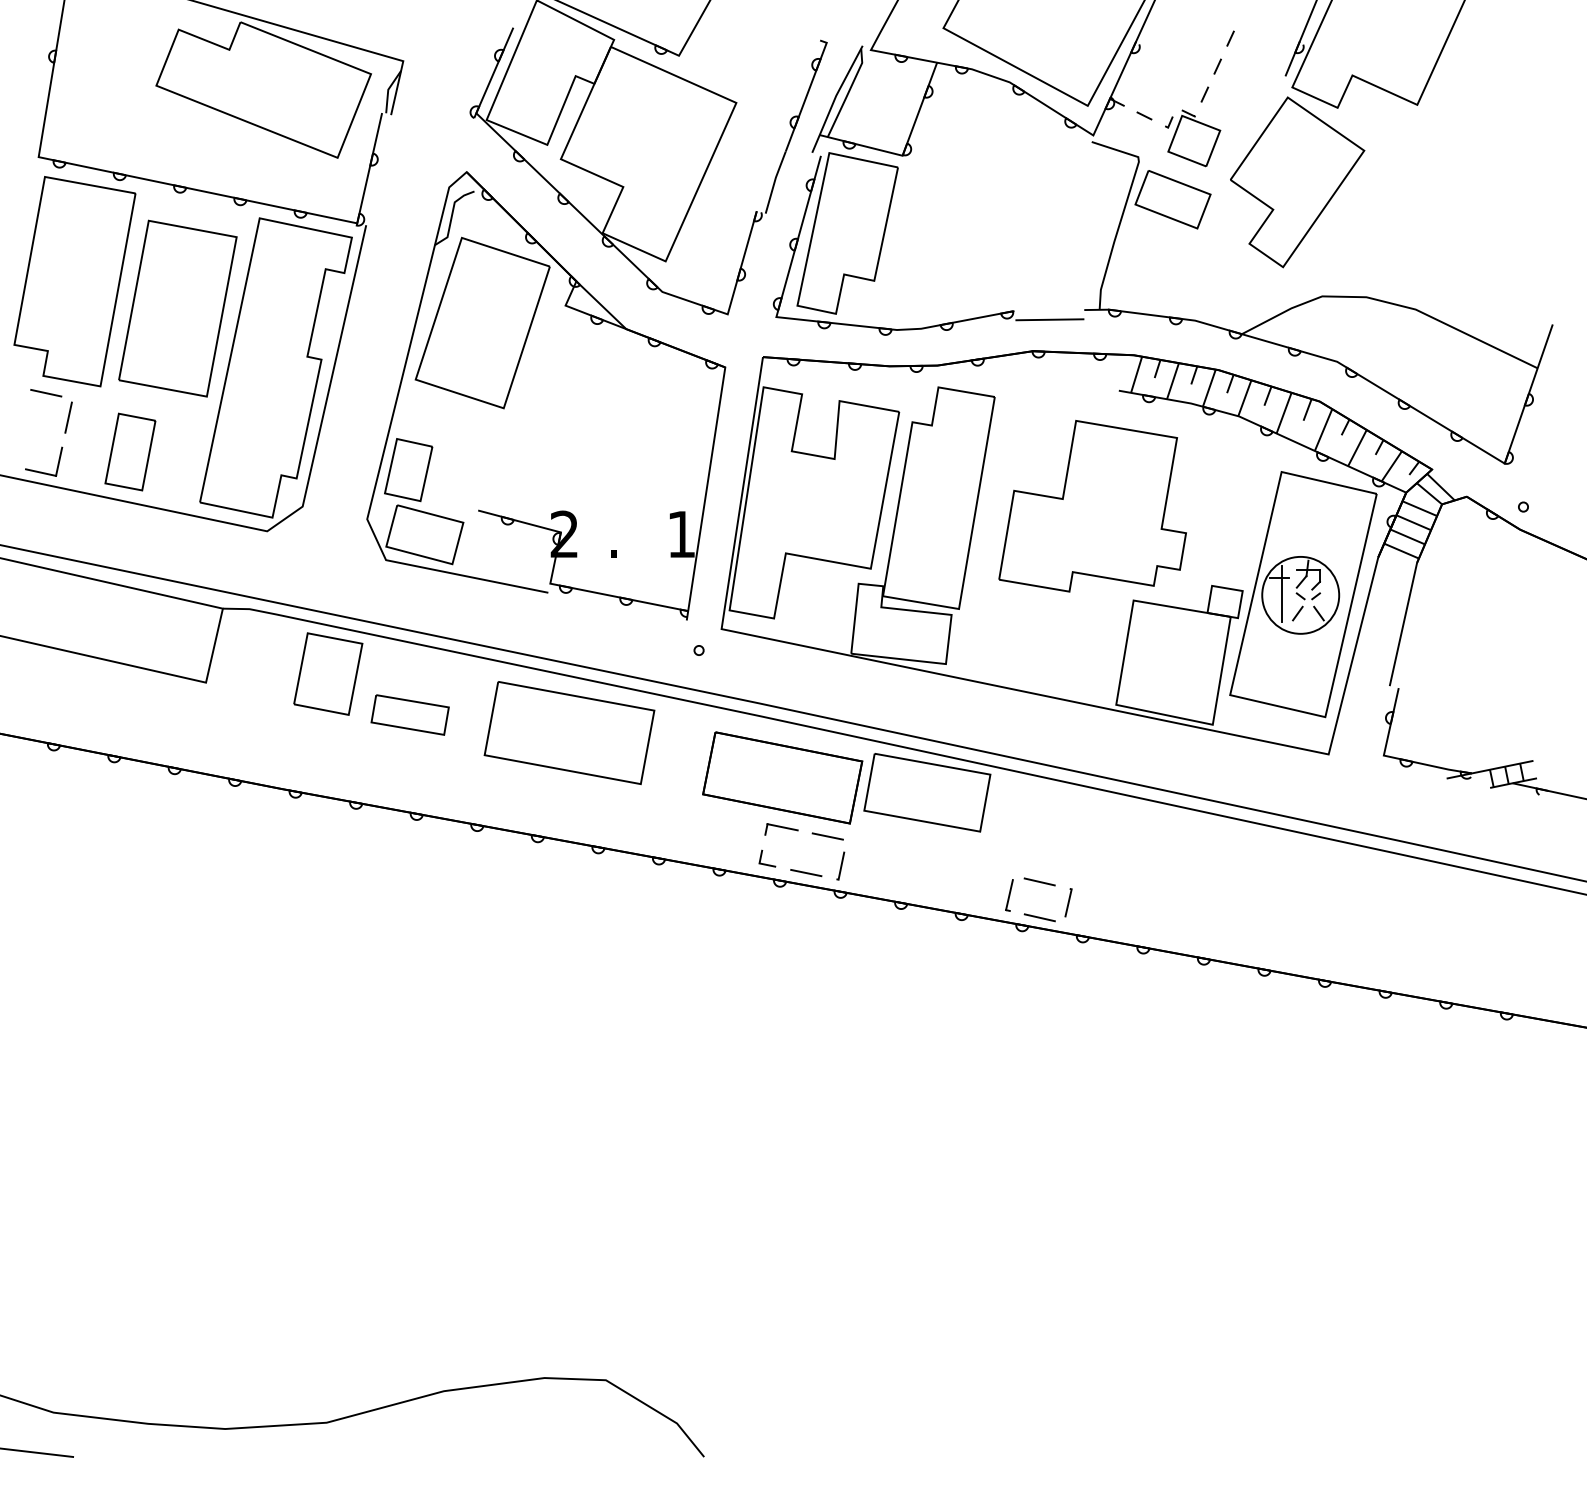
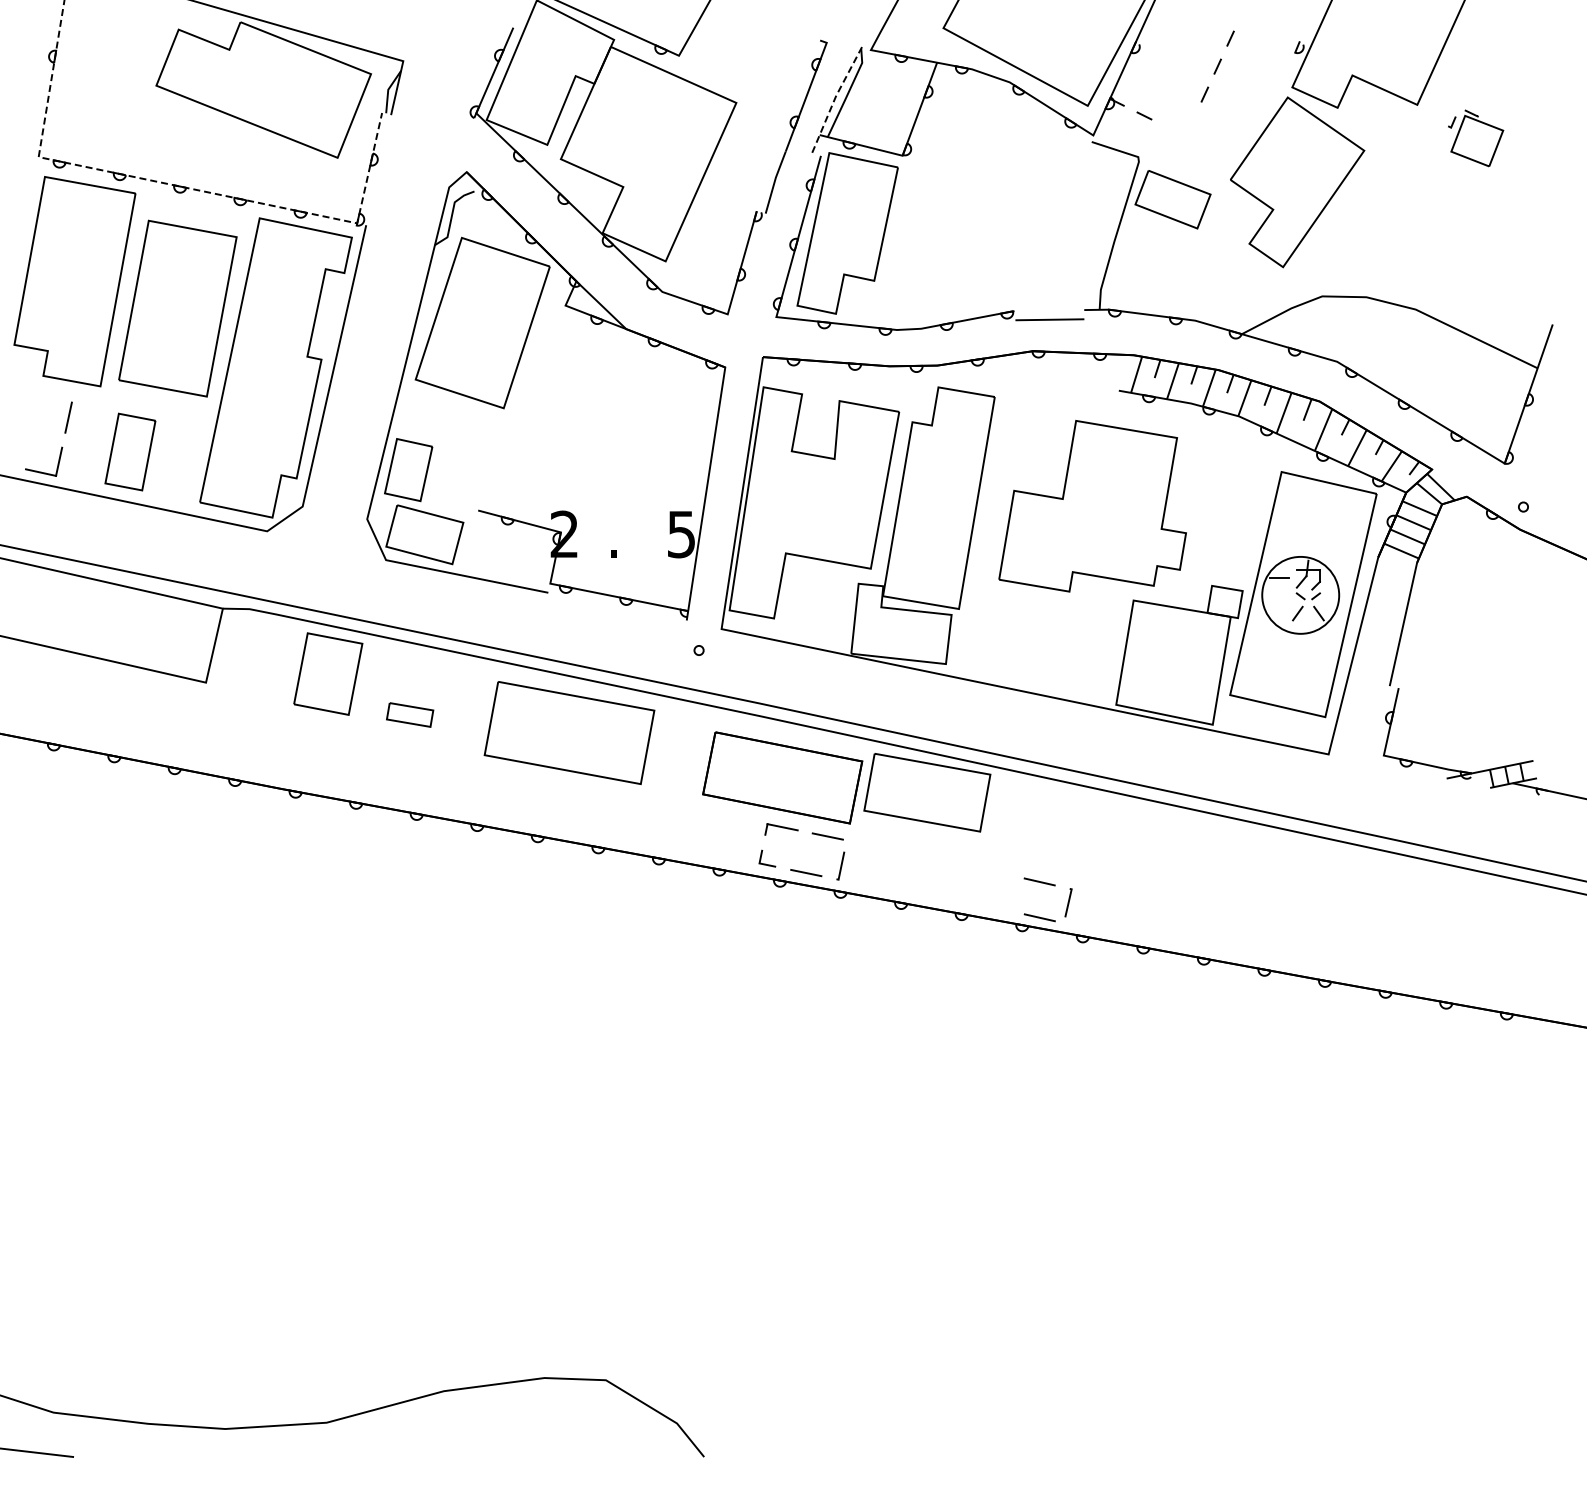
line at (1300, 38): present -> none
line at (835, 98): solid -> dashed
part at (1193, 138) position: (1193, 138) -> (1476, 138)
line at (175, 185): solid -> dashed
line at (46, 392): present -> none
text at (681, 534): 1 -> 5
line at (1281, 594): present -> none
part at (409, 714) size: 80x42 px -> 49x26 px
part at (1009, 895): present -> none
